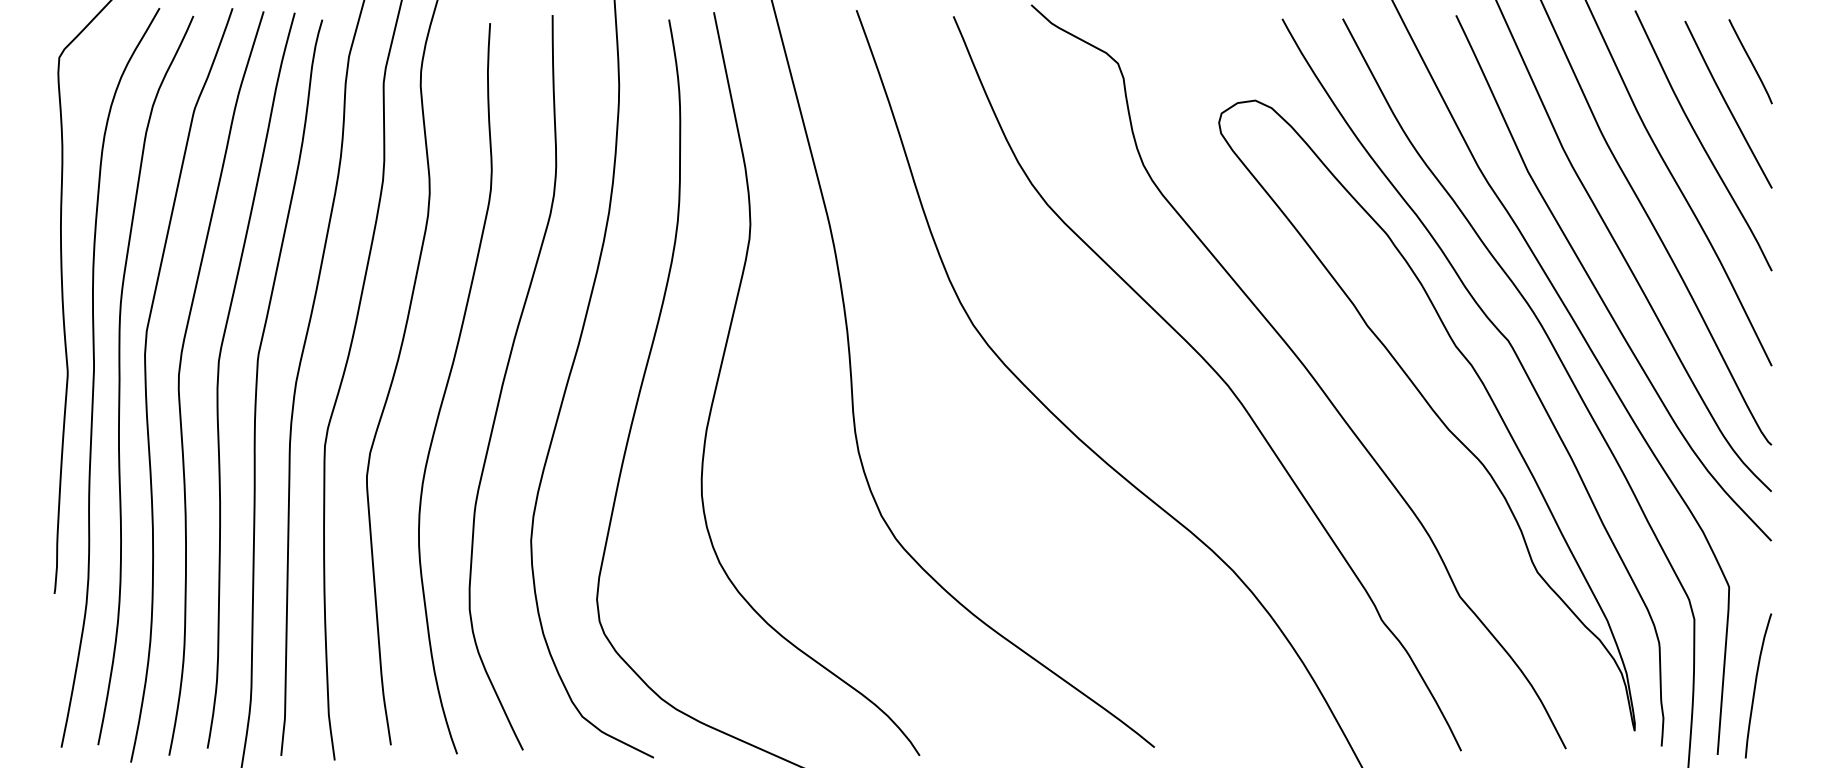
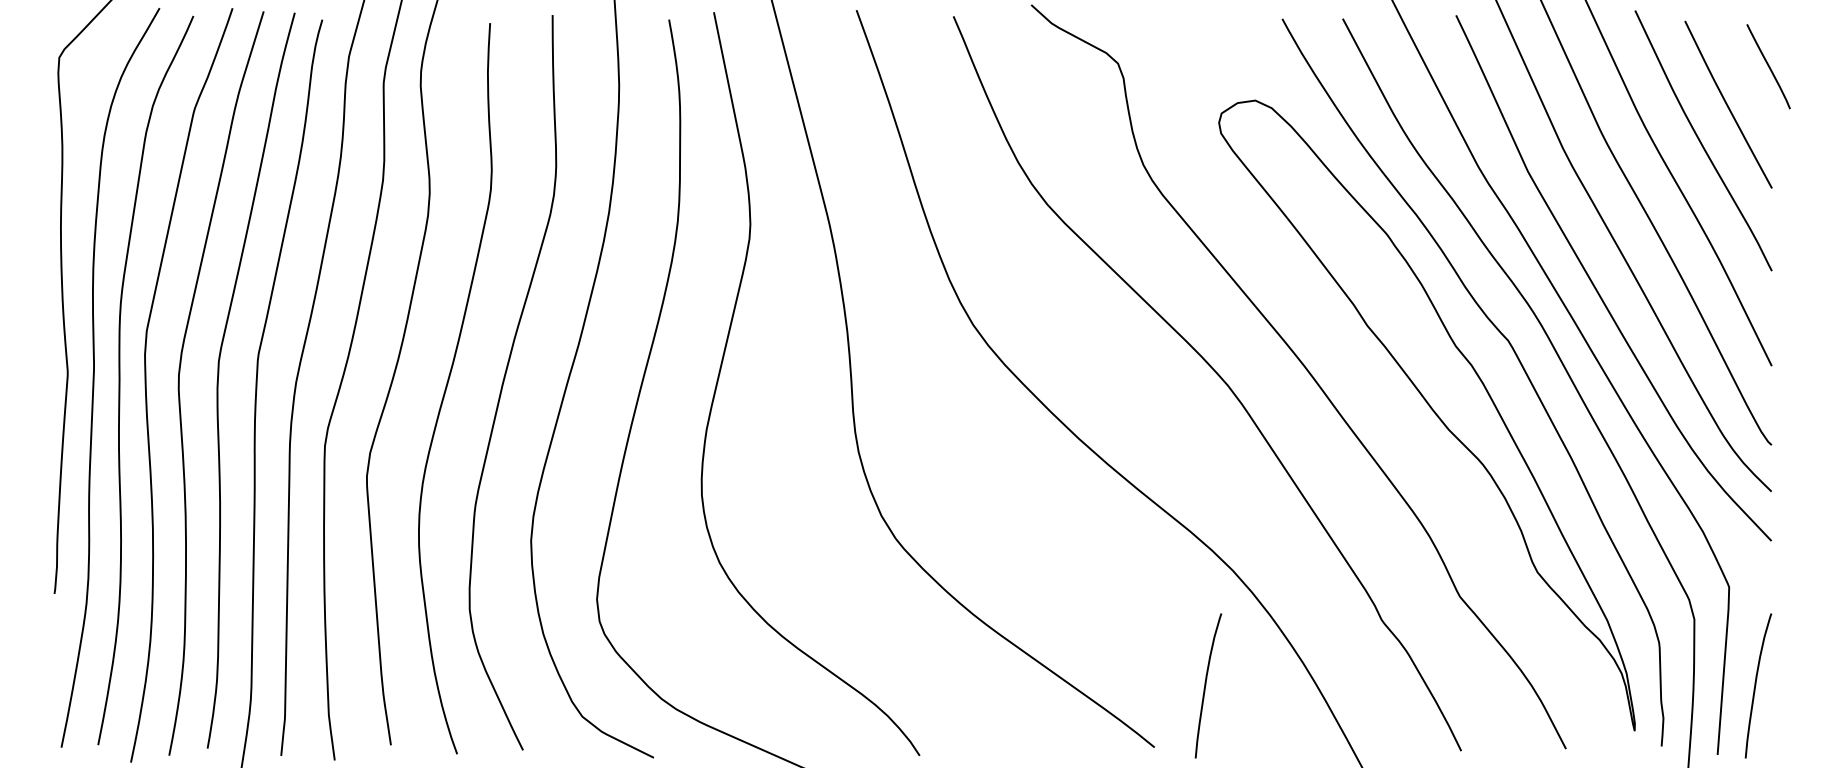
curve at (1750, 61) position: (1750, 61) -> (1768, 66)
curve at (1206, 685): none -> present
